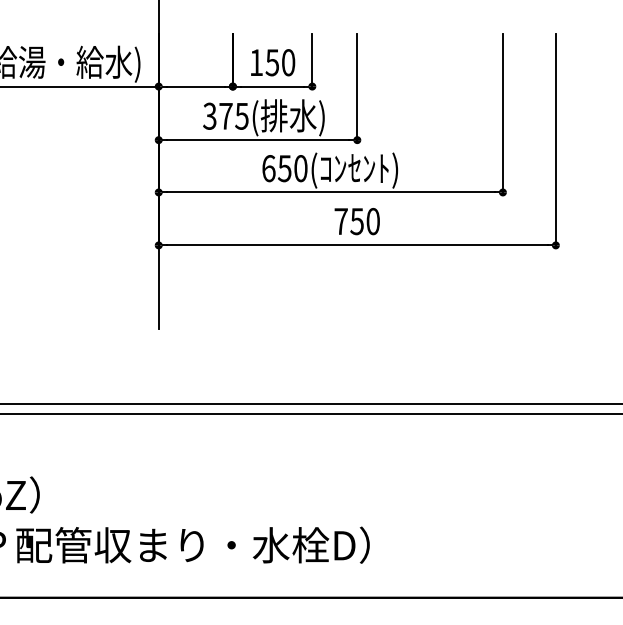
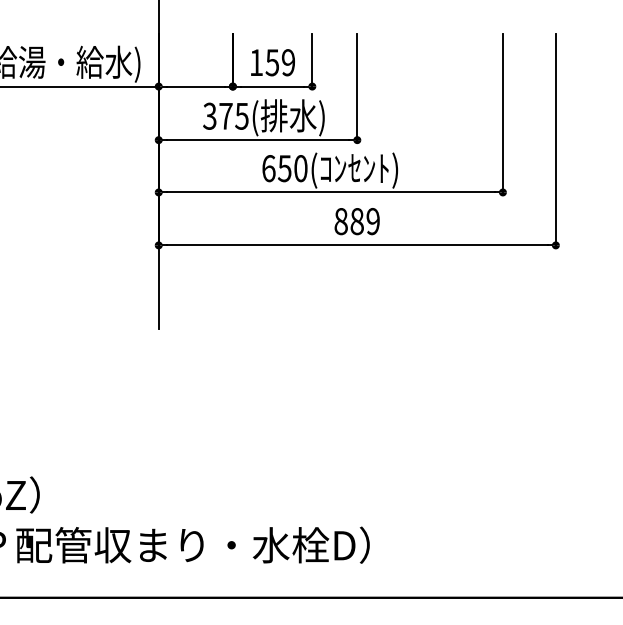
text at (288, 62): 150 -> 159
text at (356, 221): 750 -> 889
line at (310, 404): present -> none
line at (310, 413): present -> none
